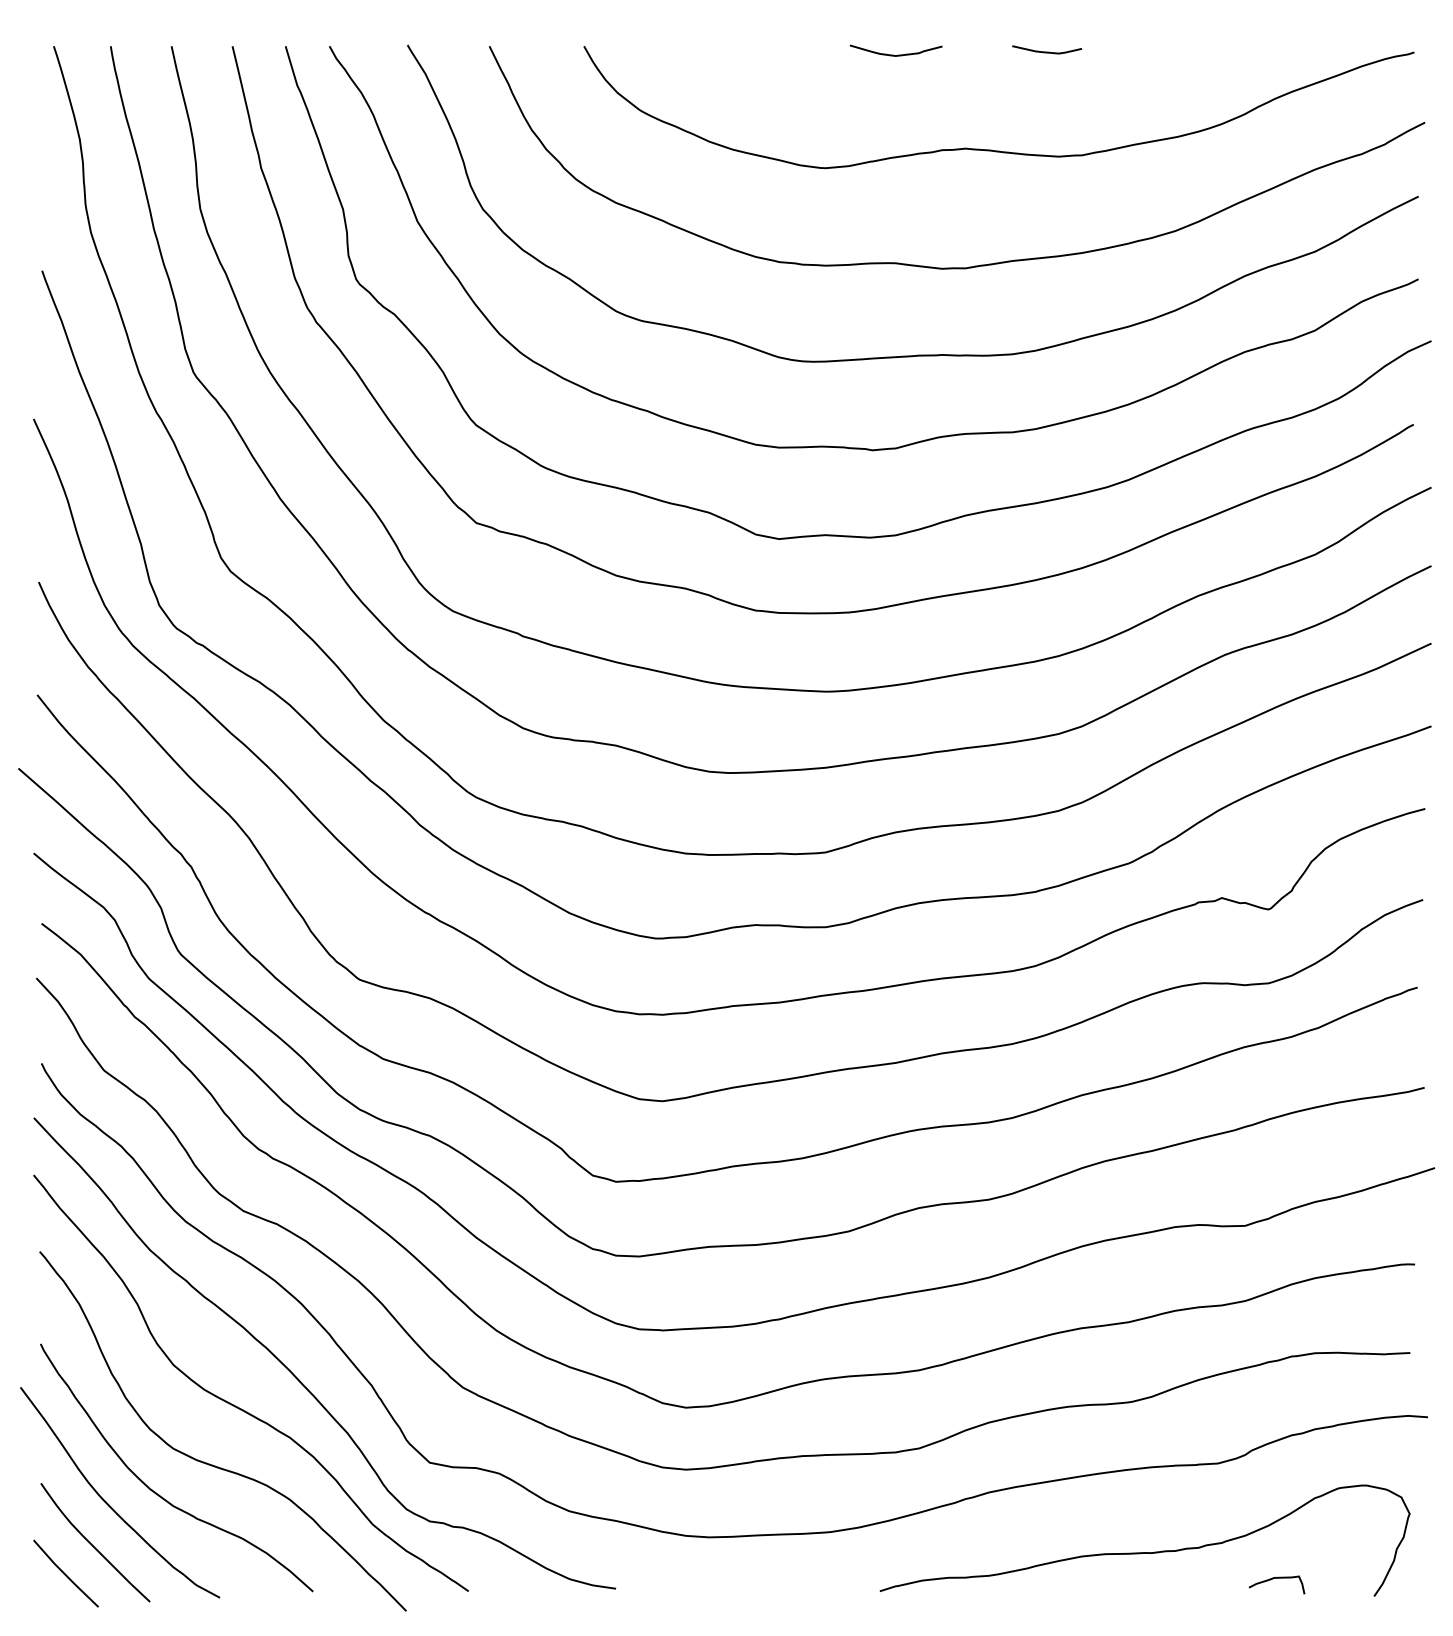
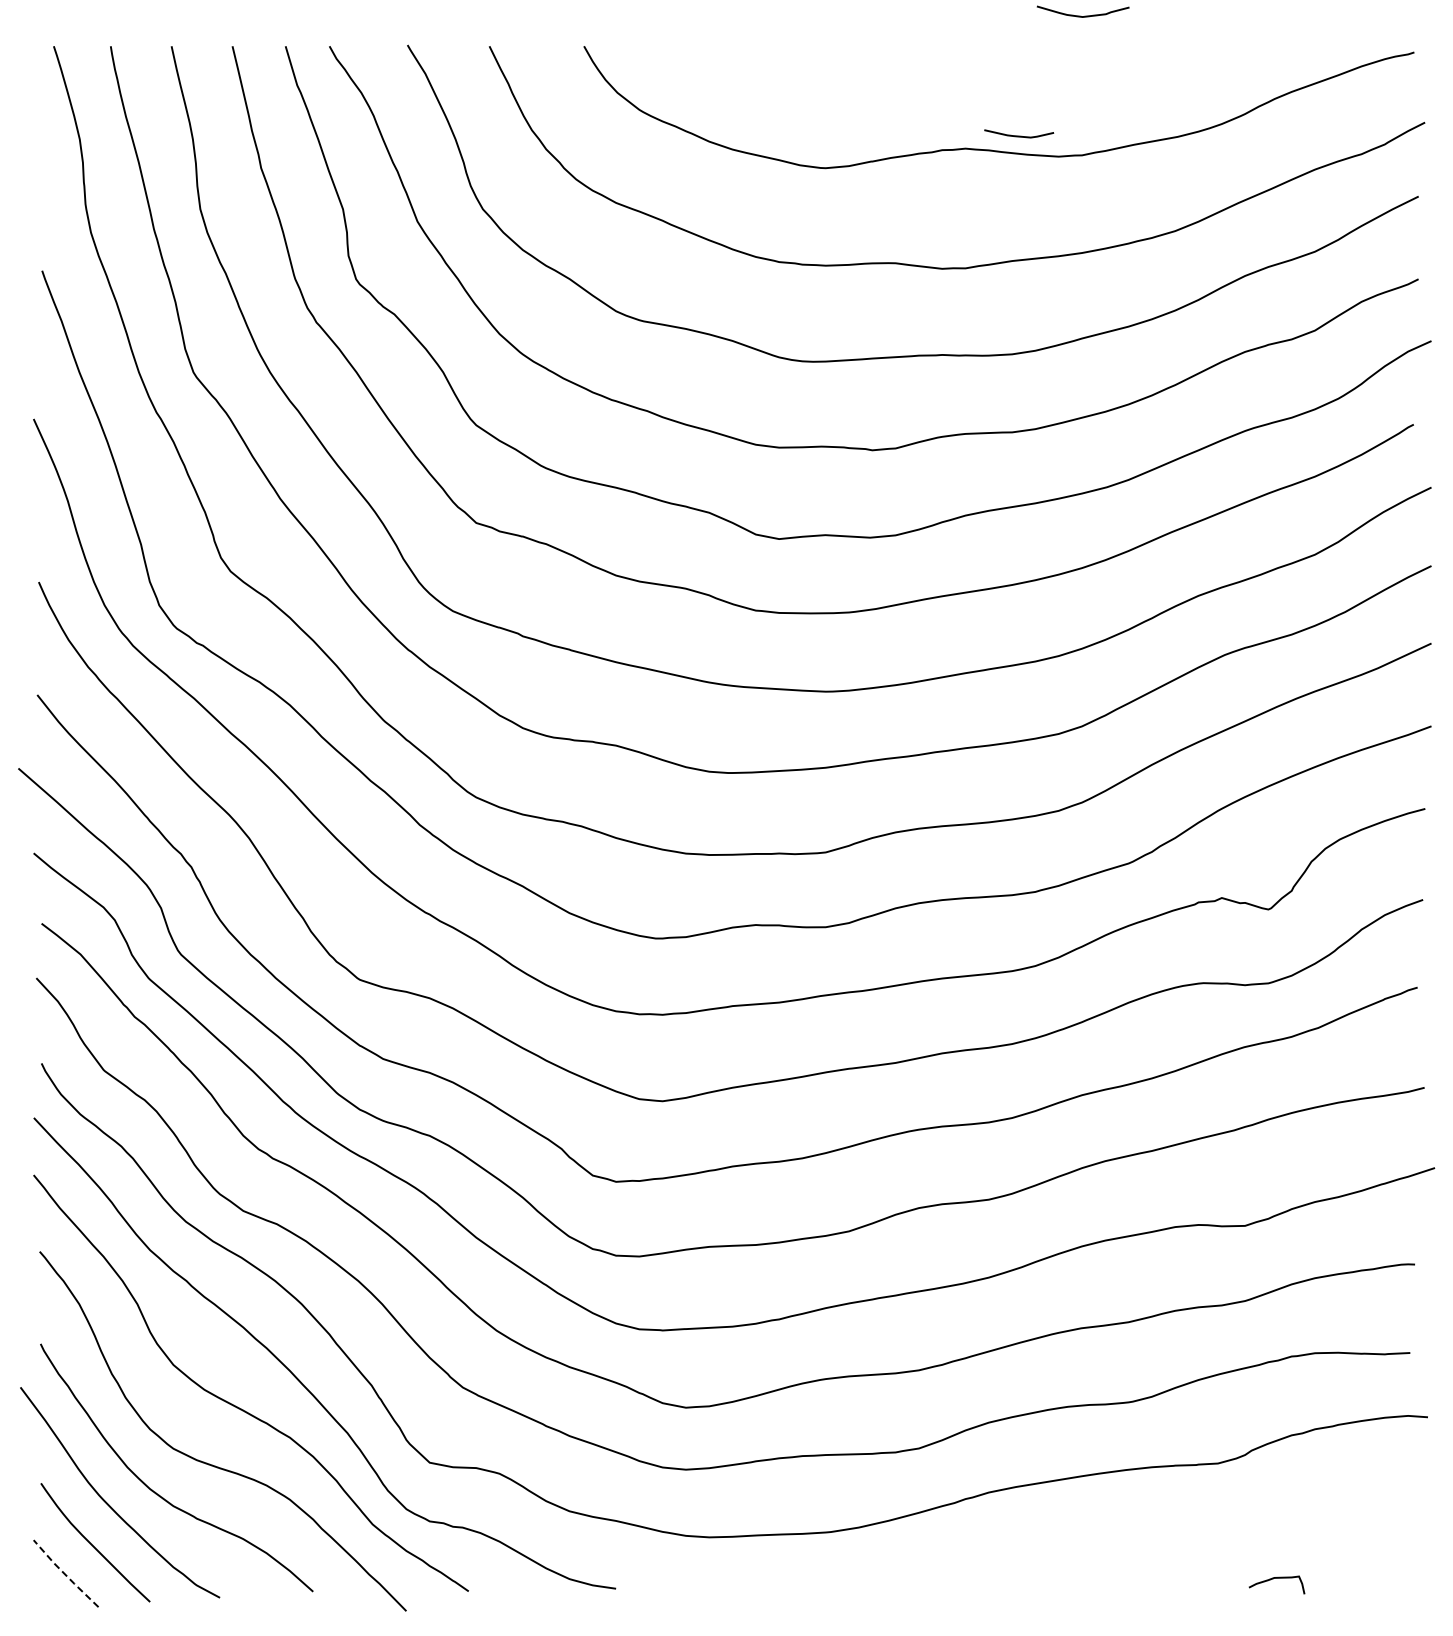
curve at (1047, 51) position: (1047, 51) -> (1019, 135)
curve at (893, 54) position: (893, 54) -> (1080, 15)
curve at (1144, 1552): present -> none
line at (65, 1574): solid -> dashed
